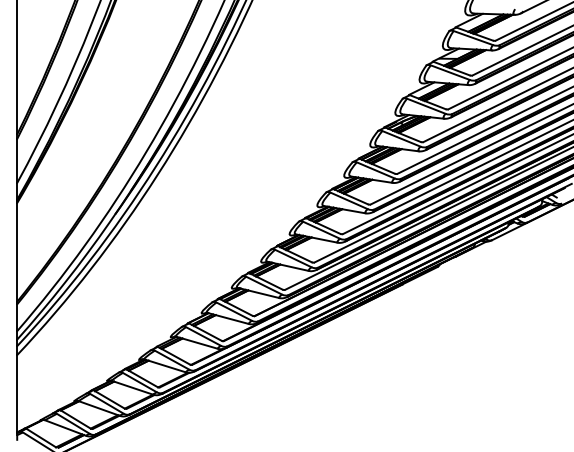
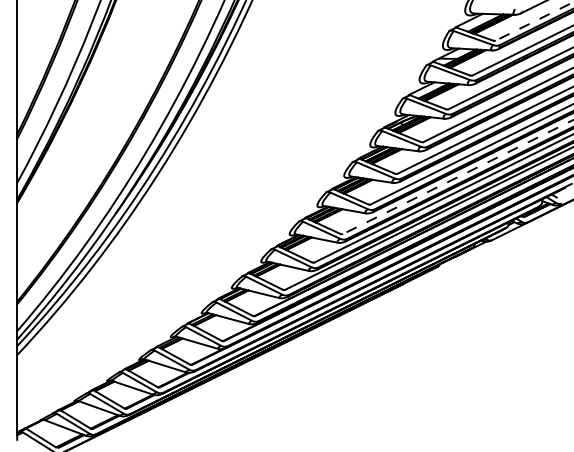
line at (534, 21): solid -> dashed
line at (457, 177): solid -> dashed
